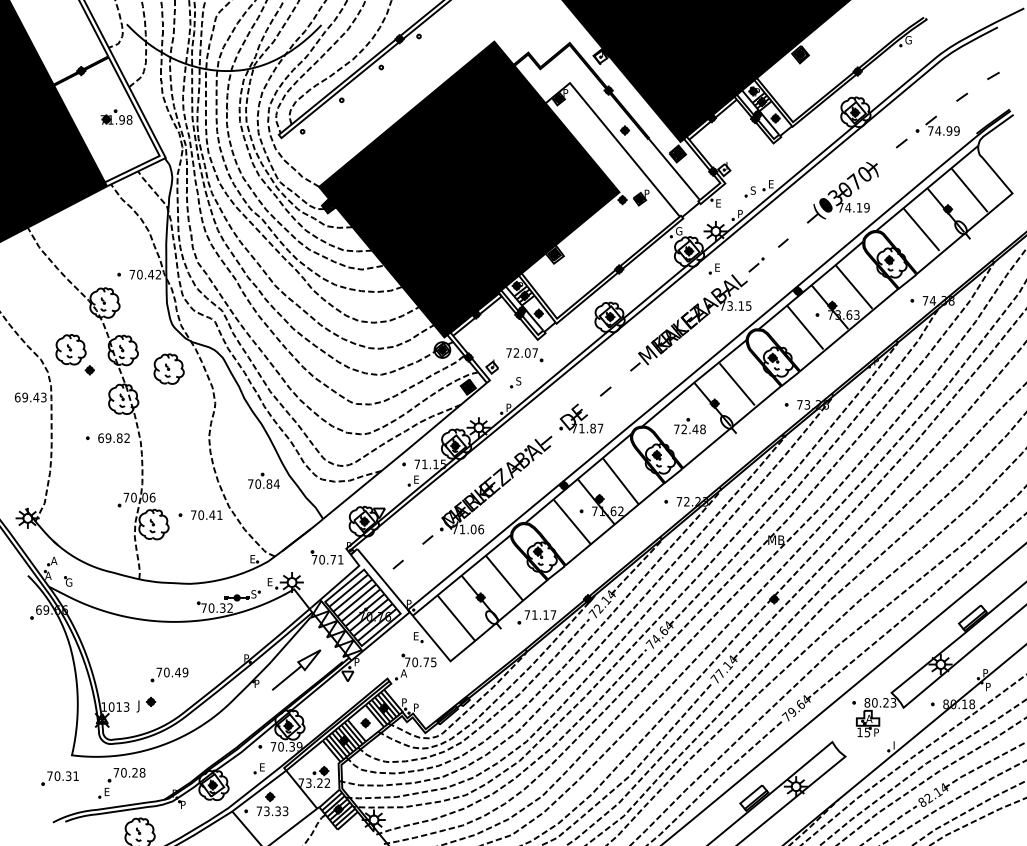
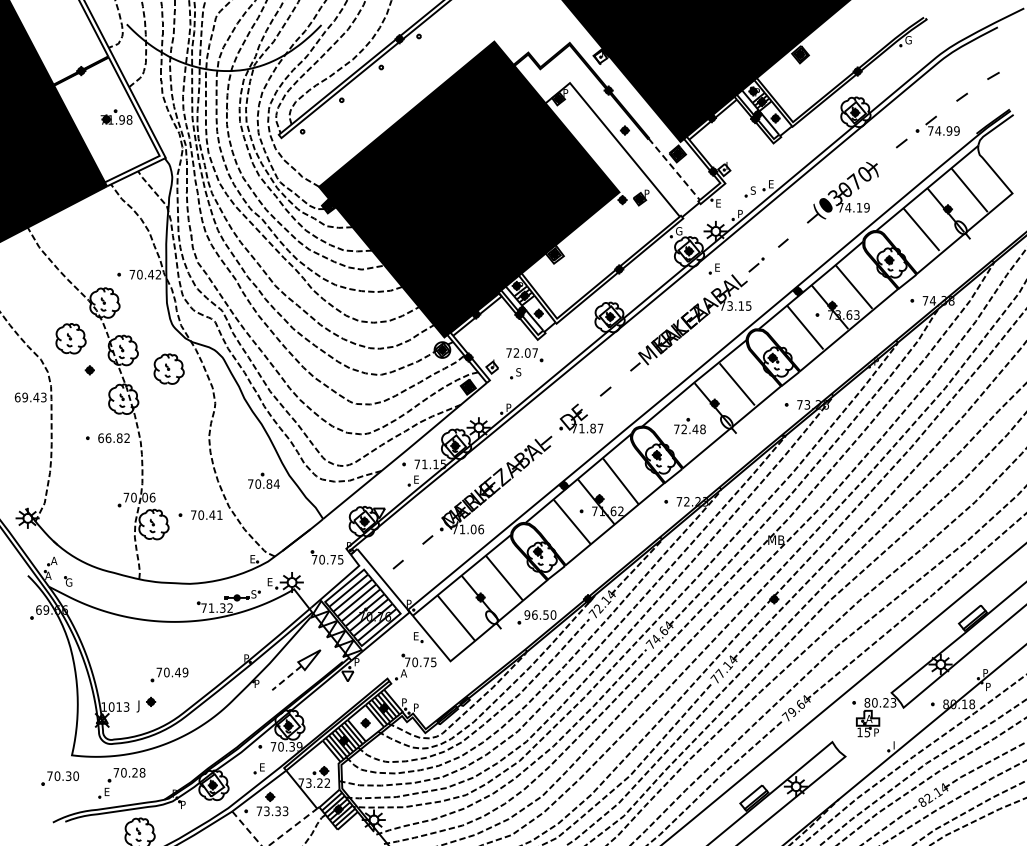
line at (674, 169): solid -> dashed
part at (70, 349) position: (70, 349) -> (70, 338)
part at (515, 382) position: (515, 382) -> (515, 373)
text at (108, 438): 69.82 -> 66.82
text at (340, 559): 70.71 -> 70.75
text at (211, 607): 70.32 -> 71.32
text at (540, 614): 71.17 -> 96.50
line at (286, 678): solid -> dashed
text at (76, 776): 70.31 -> 70.30
line at (275, 840): solid -> dashed
